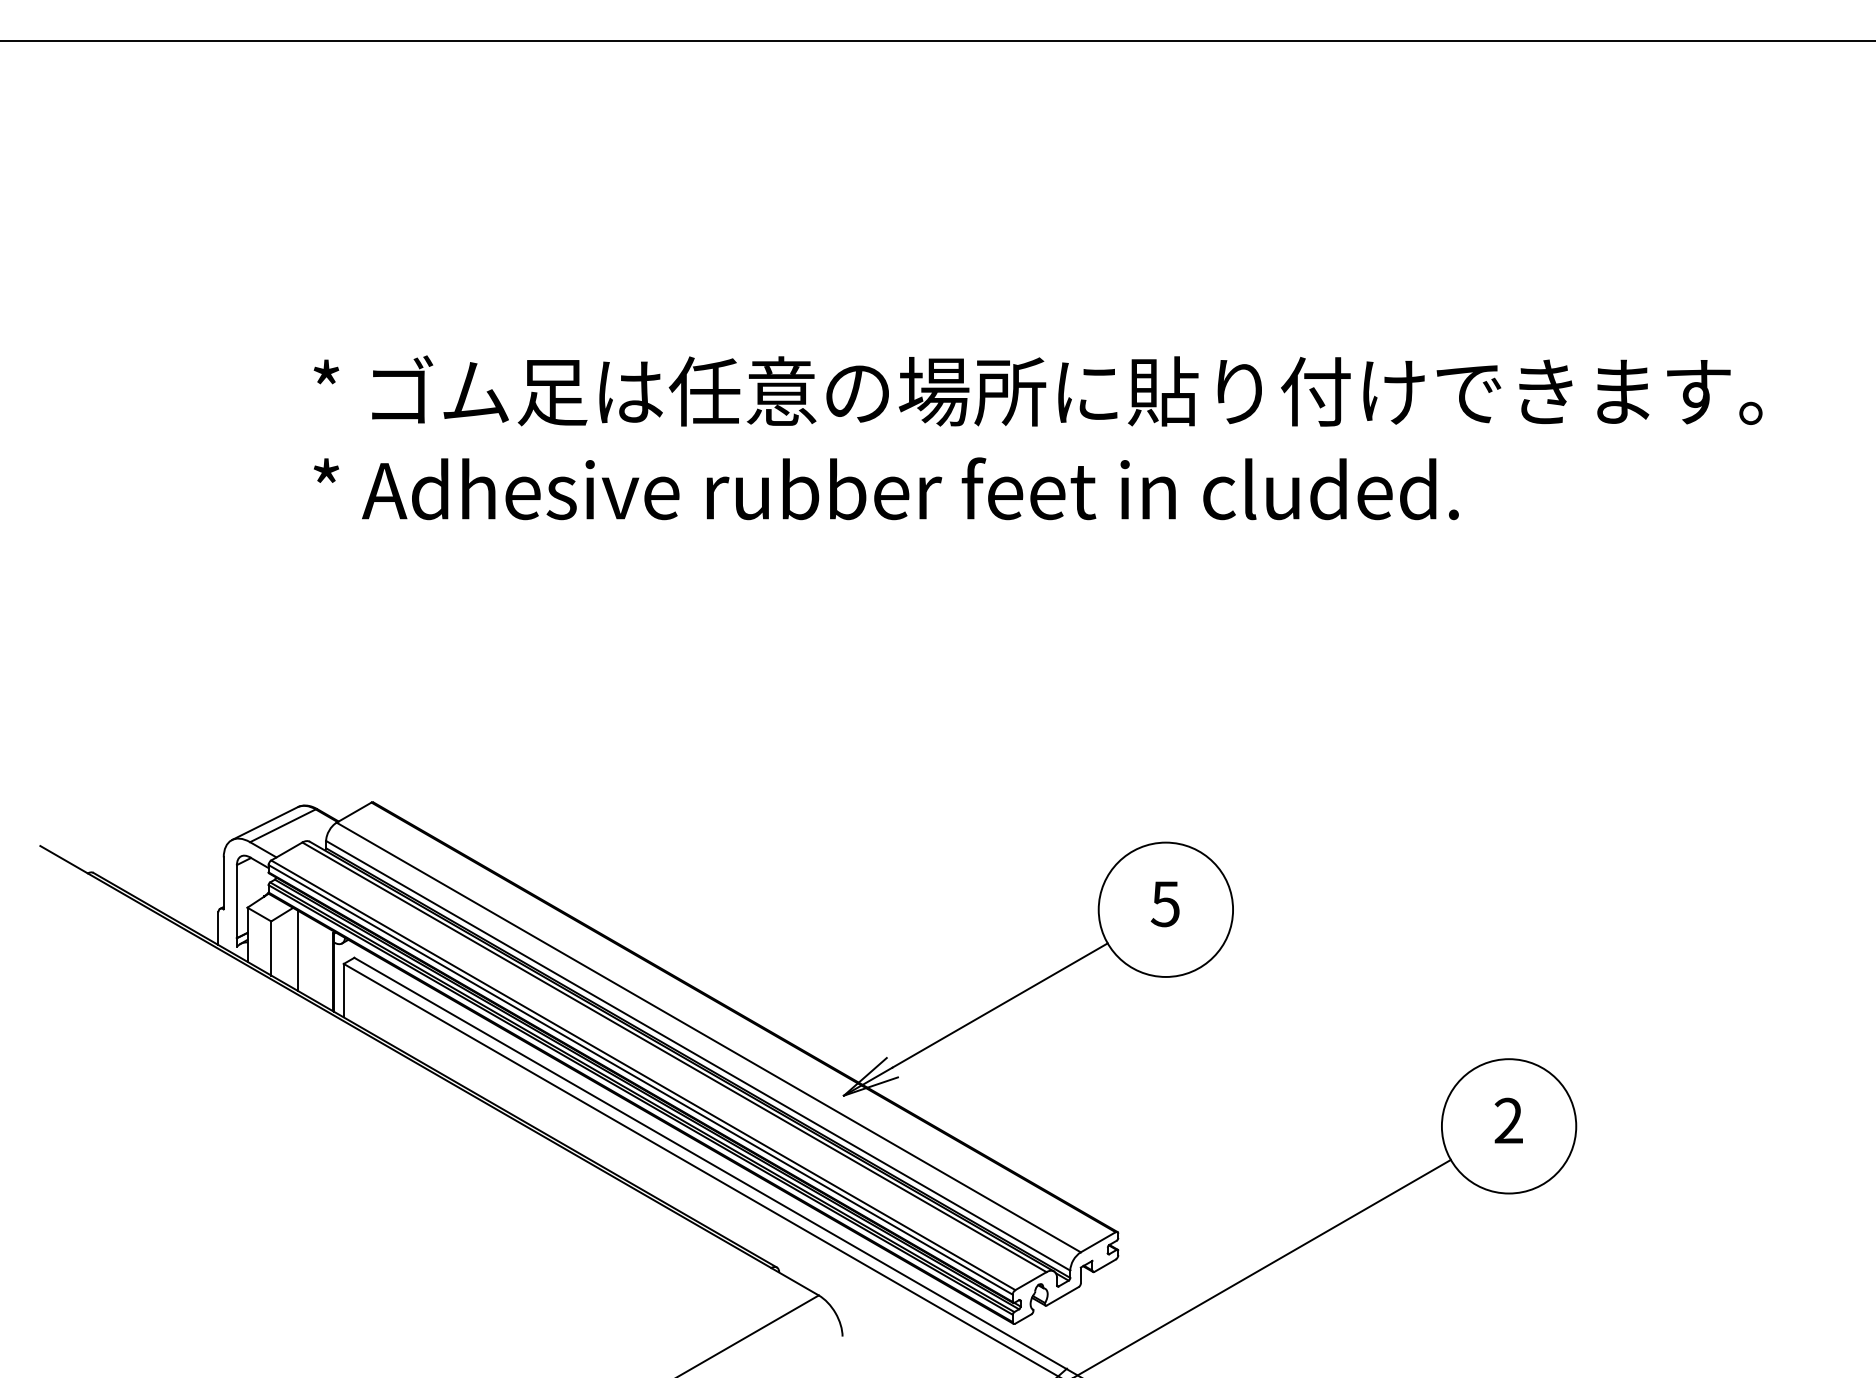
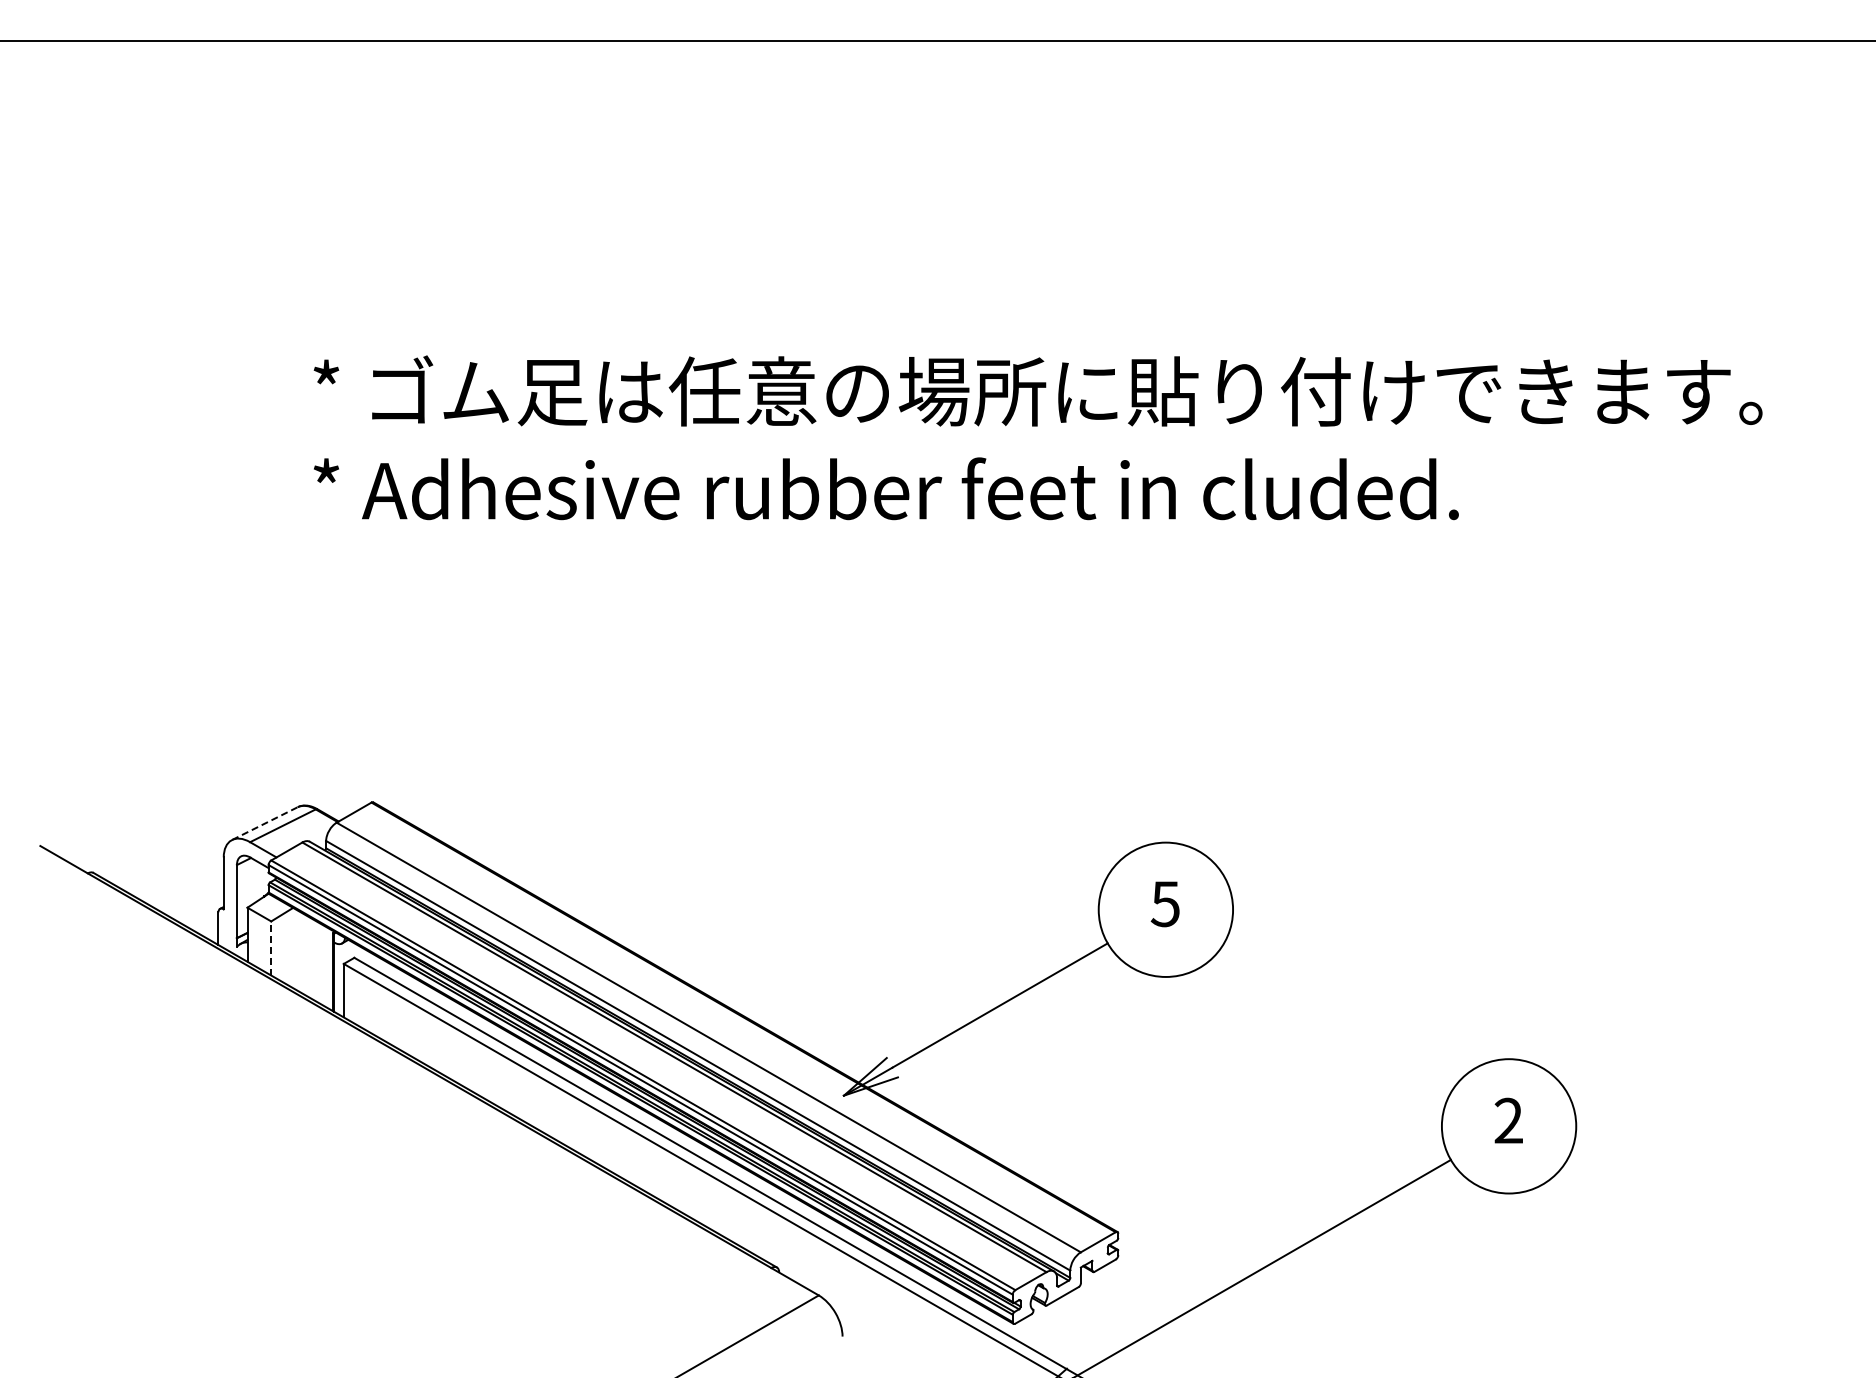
line at (264, 823): solid -> dashed
line at (271, 947): solid -> dashed
line at (297, 950): present -> none
